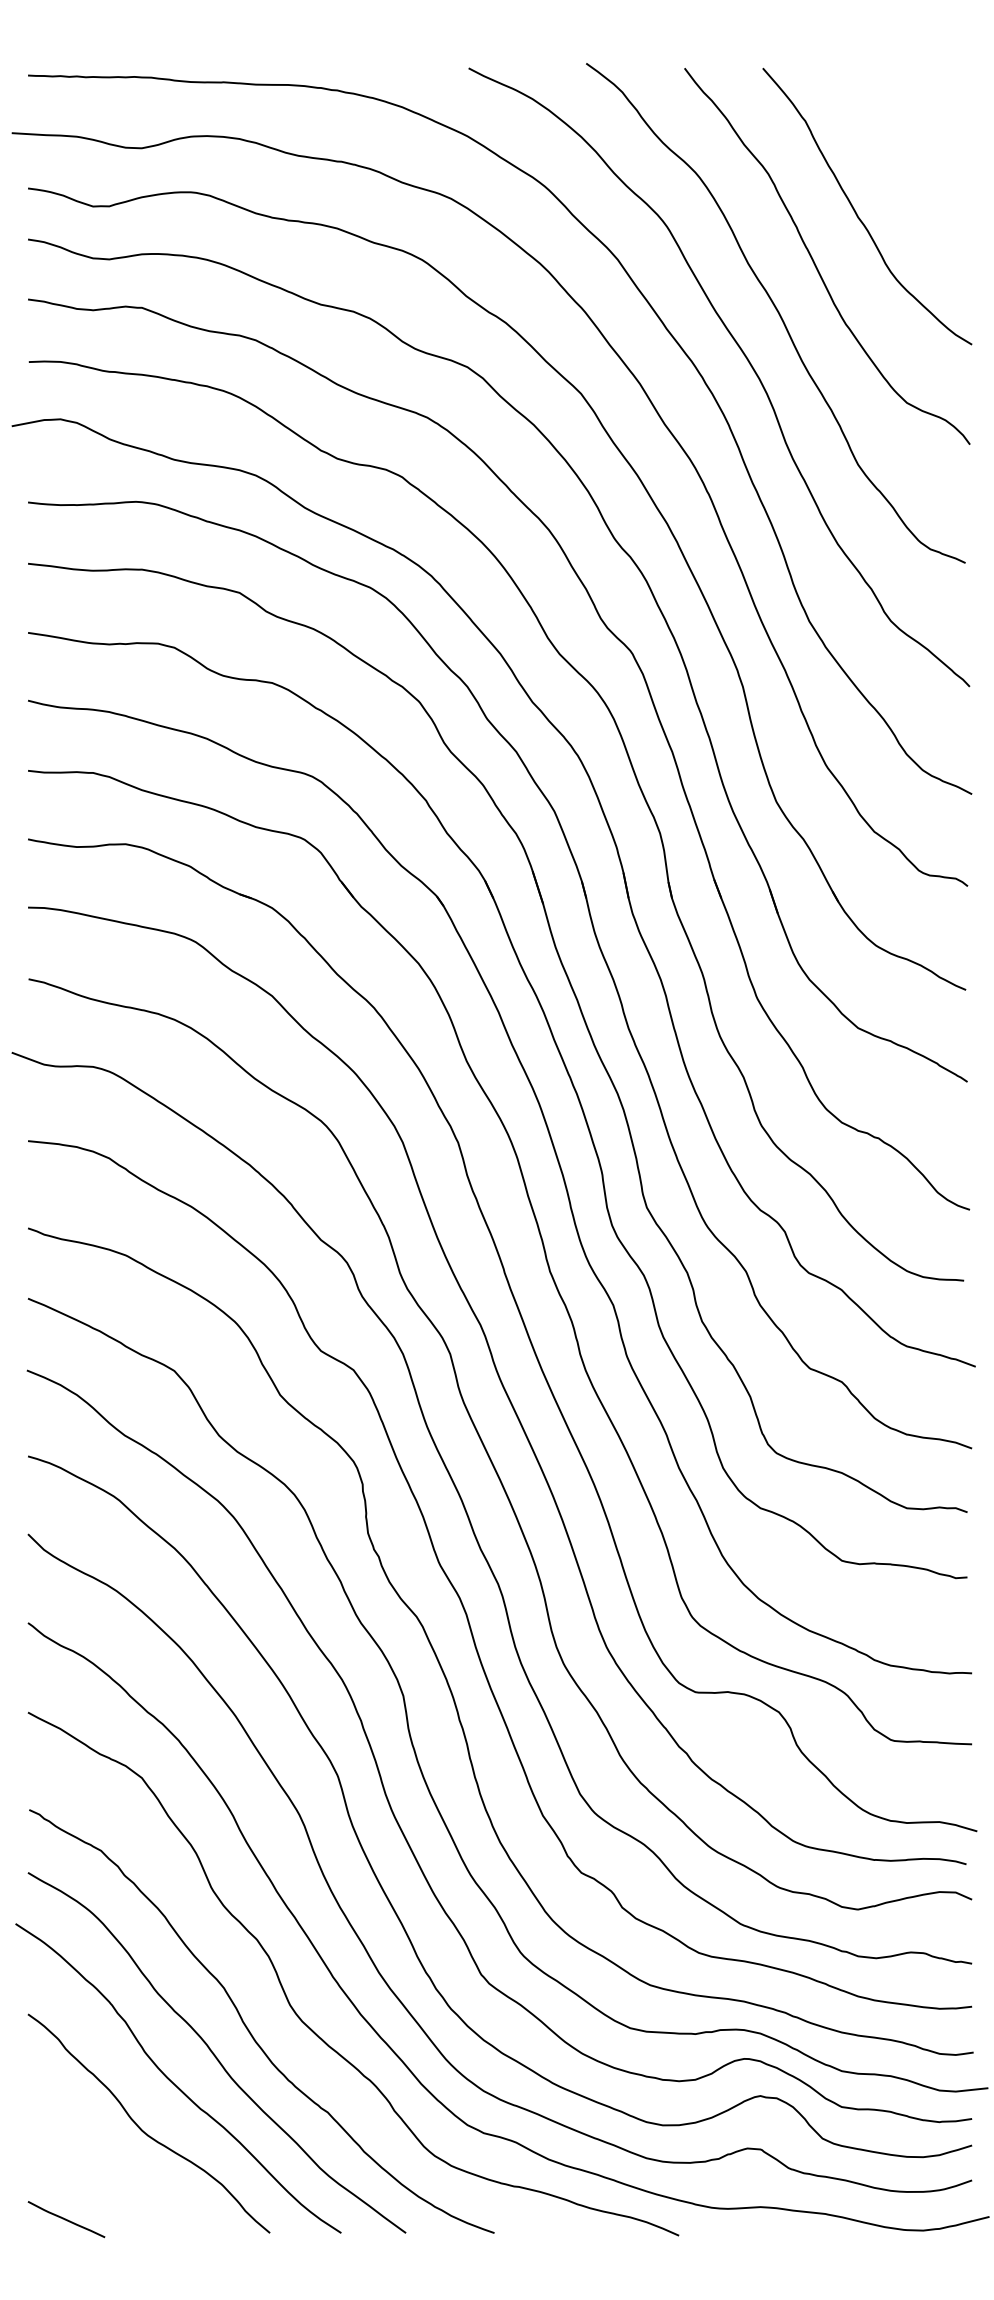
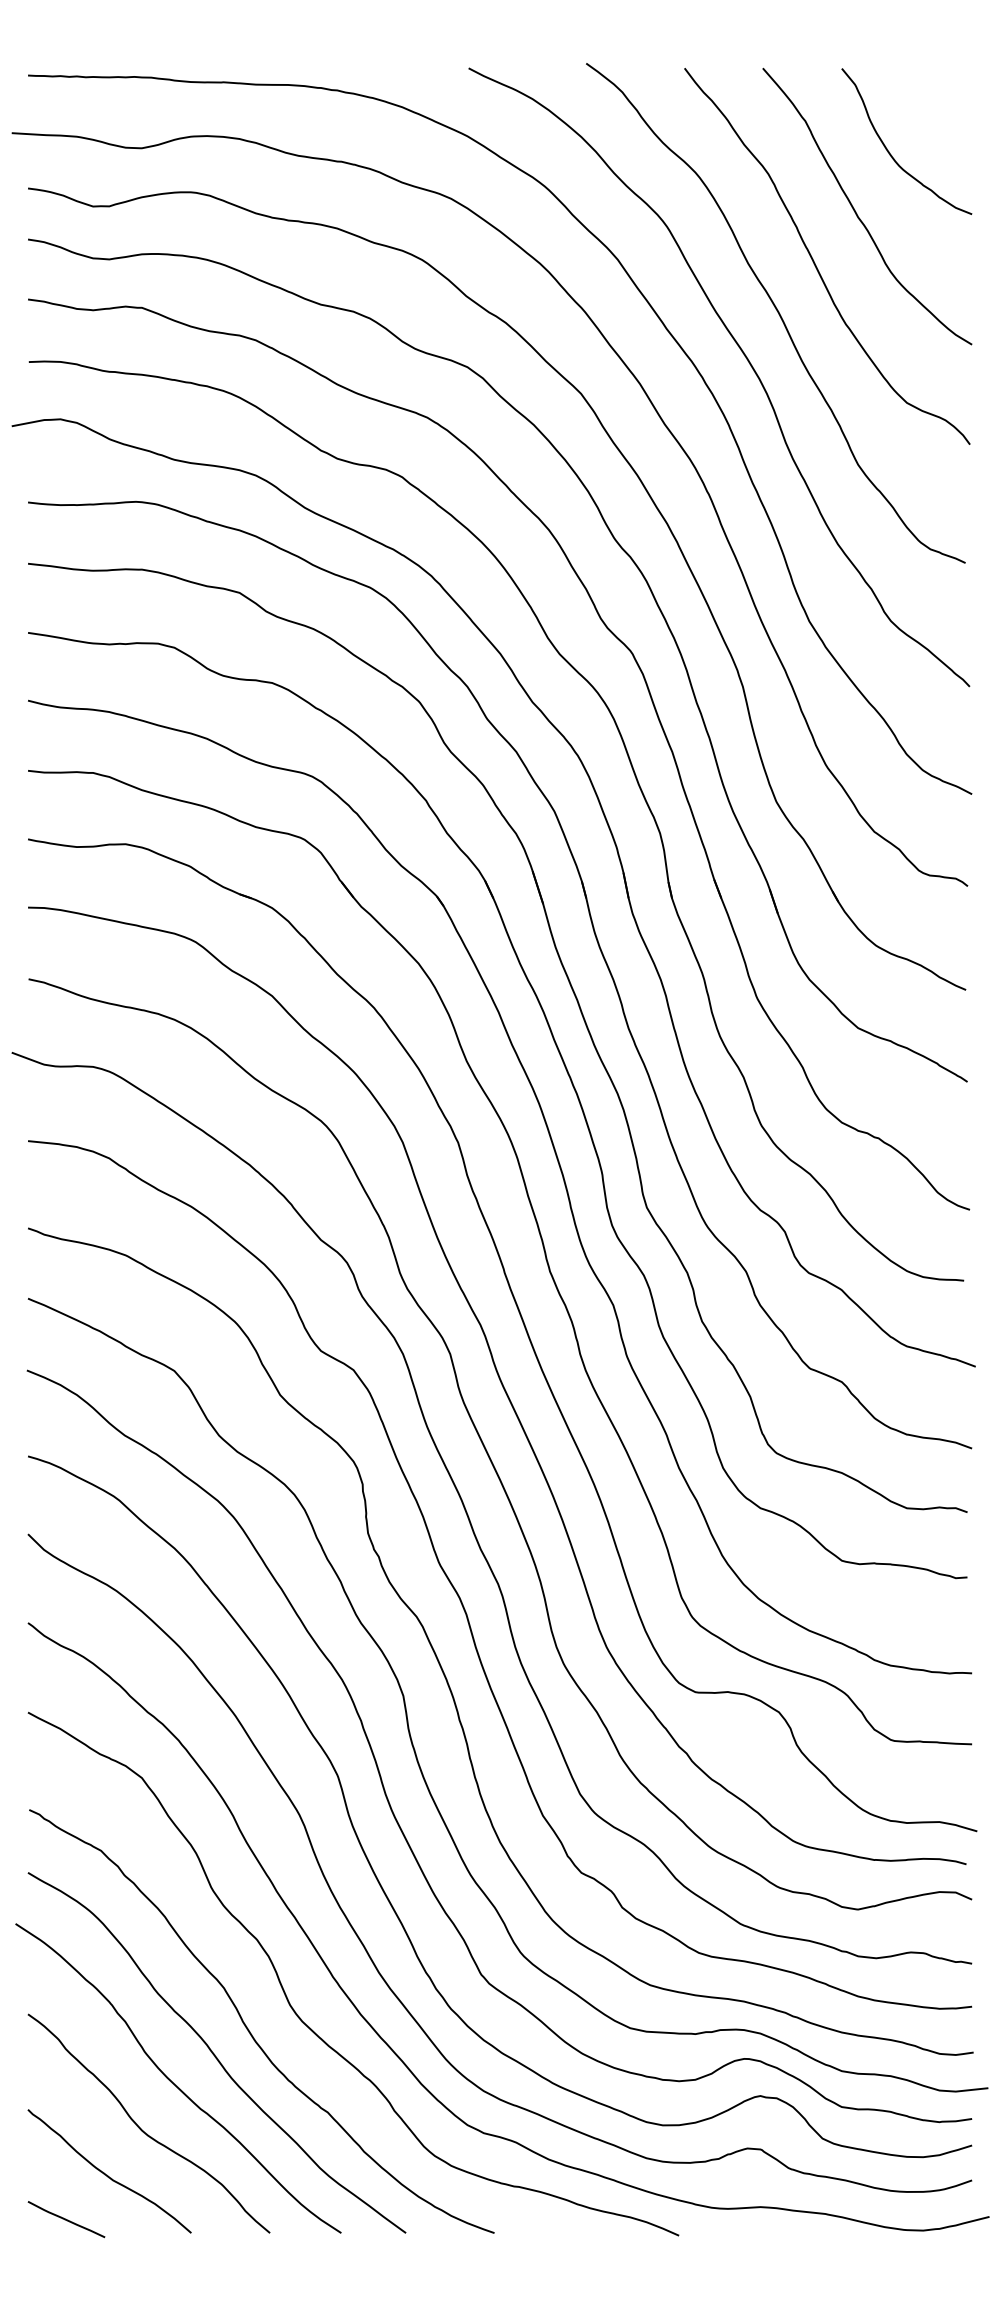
curve at (889, 151): none -> present
curve at (107, 2174): none -> present
